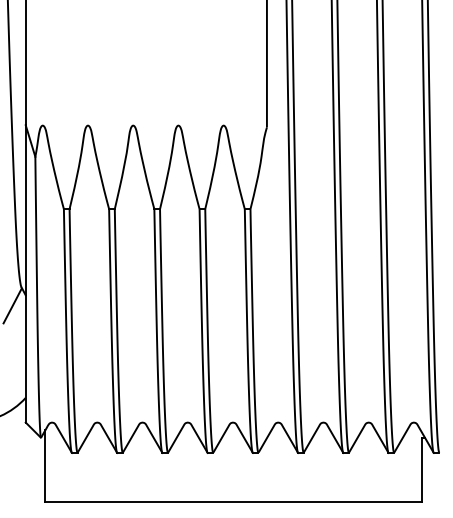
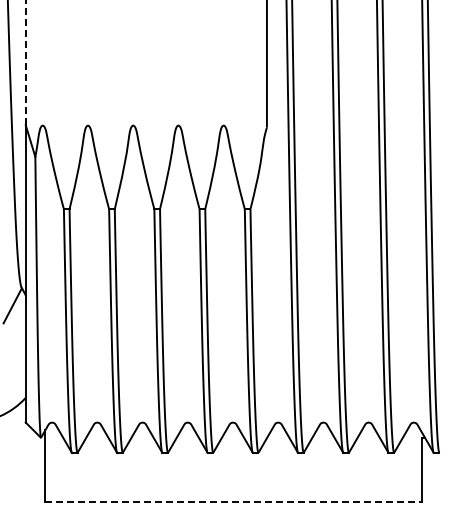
line at (25, 62): solid -> dashed
line at (234, 502): solid -> dashed
